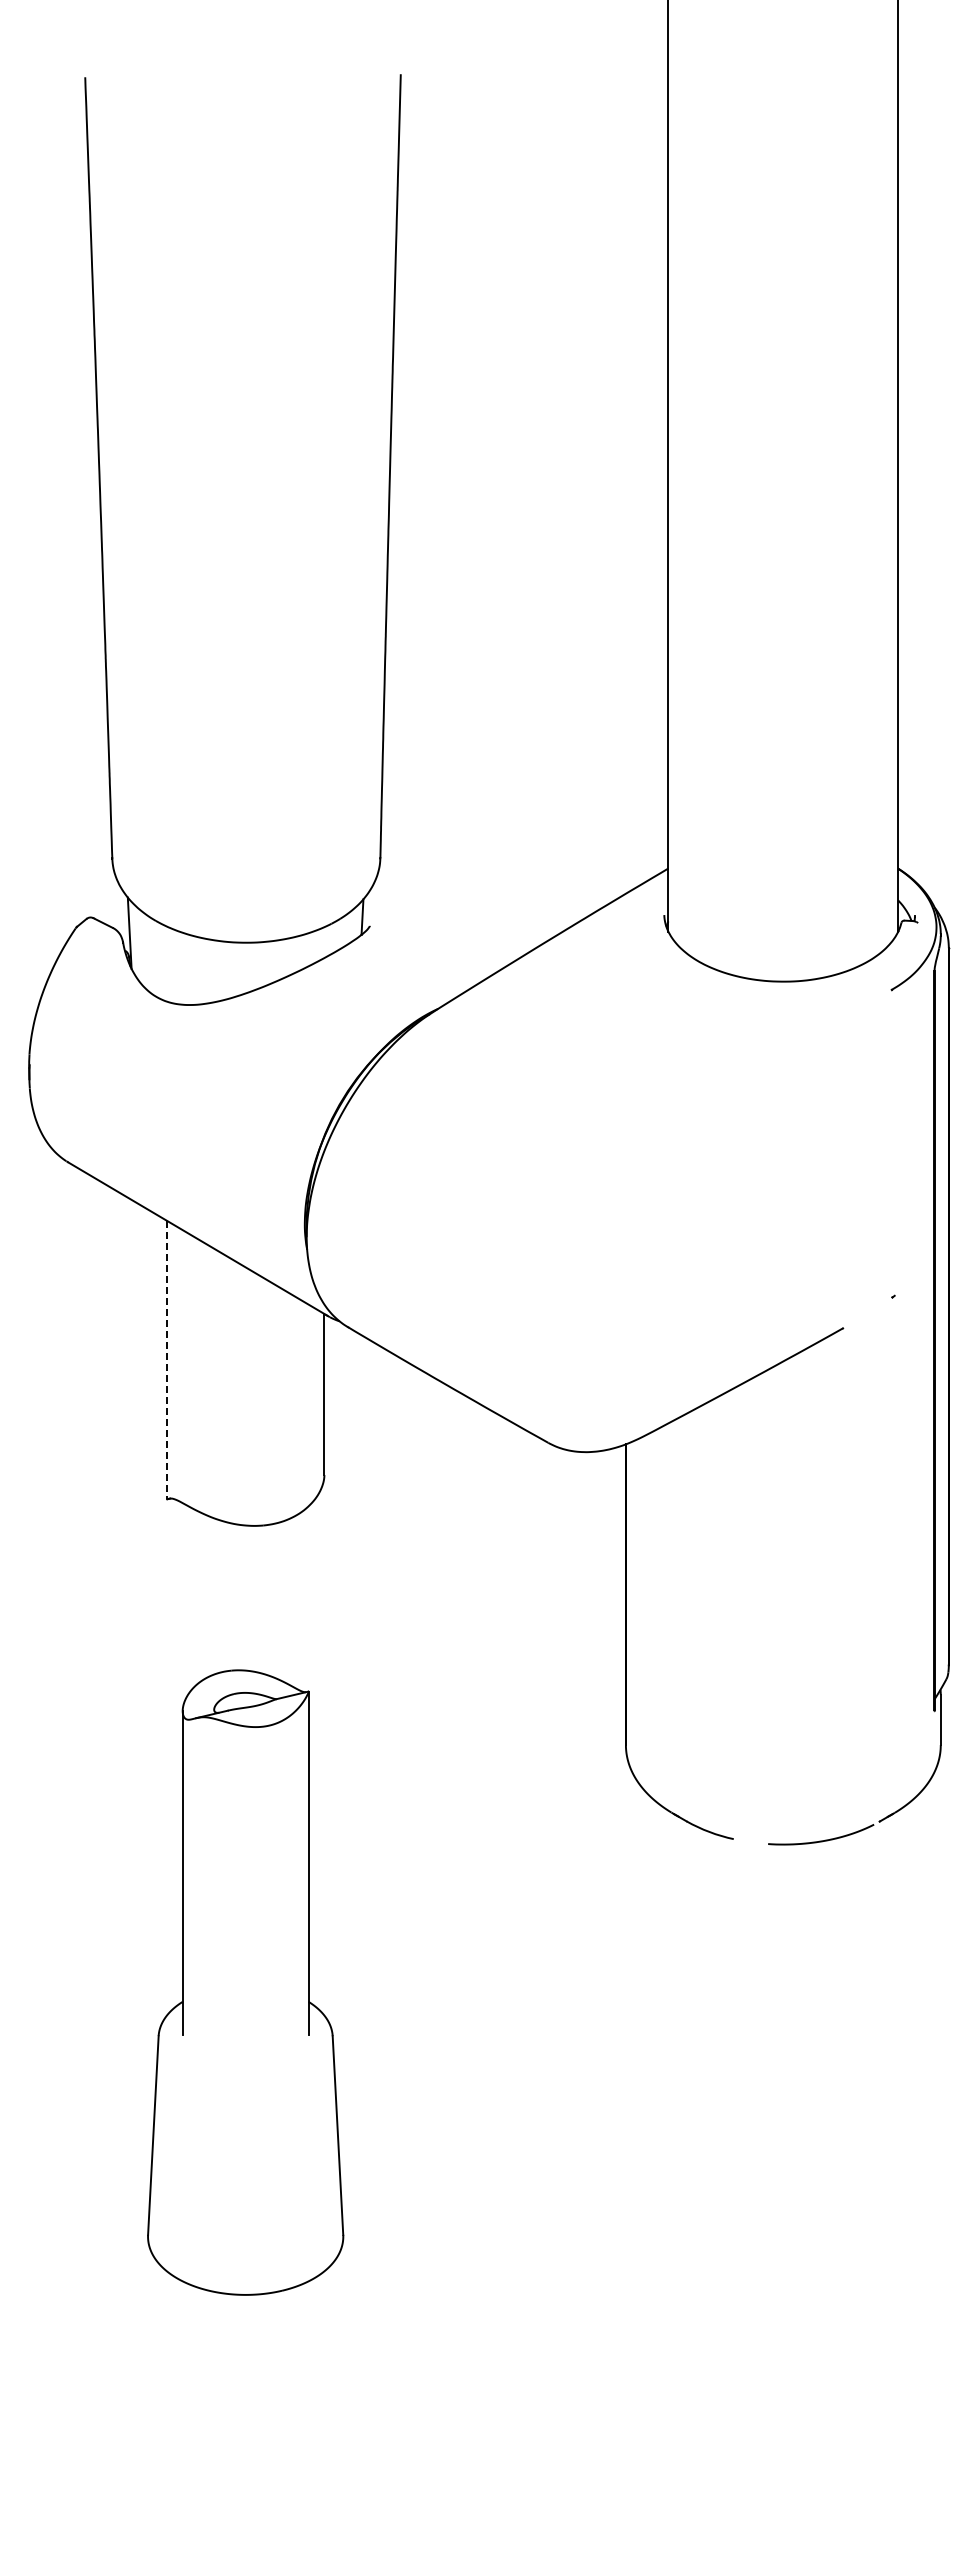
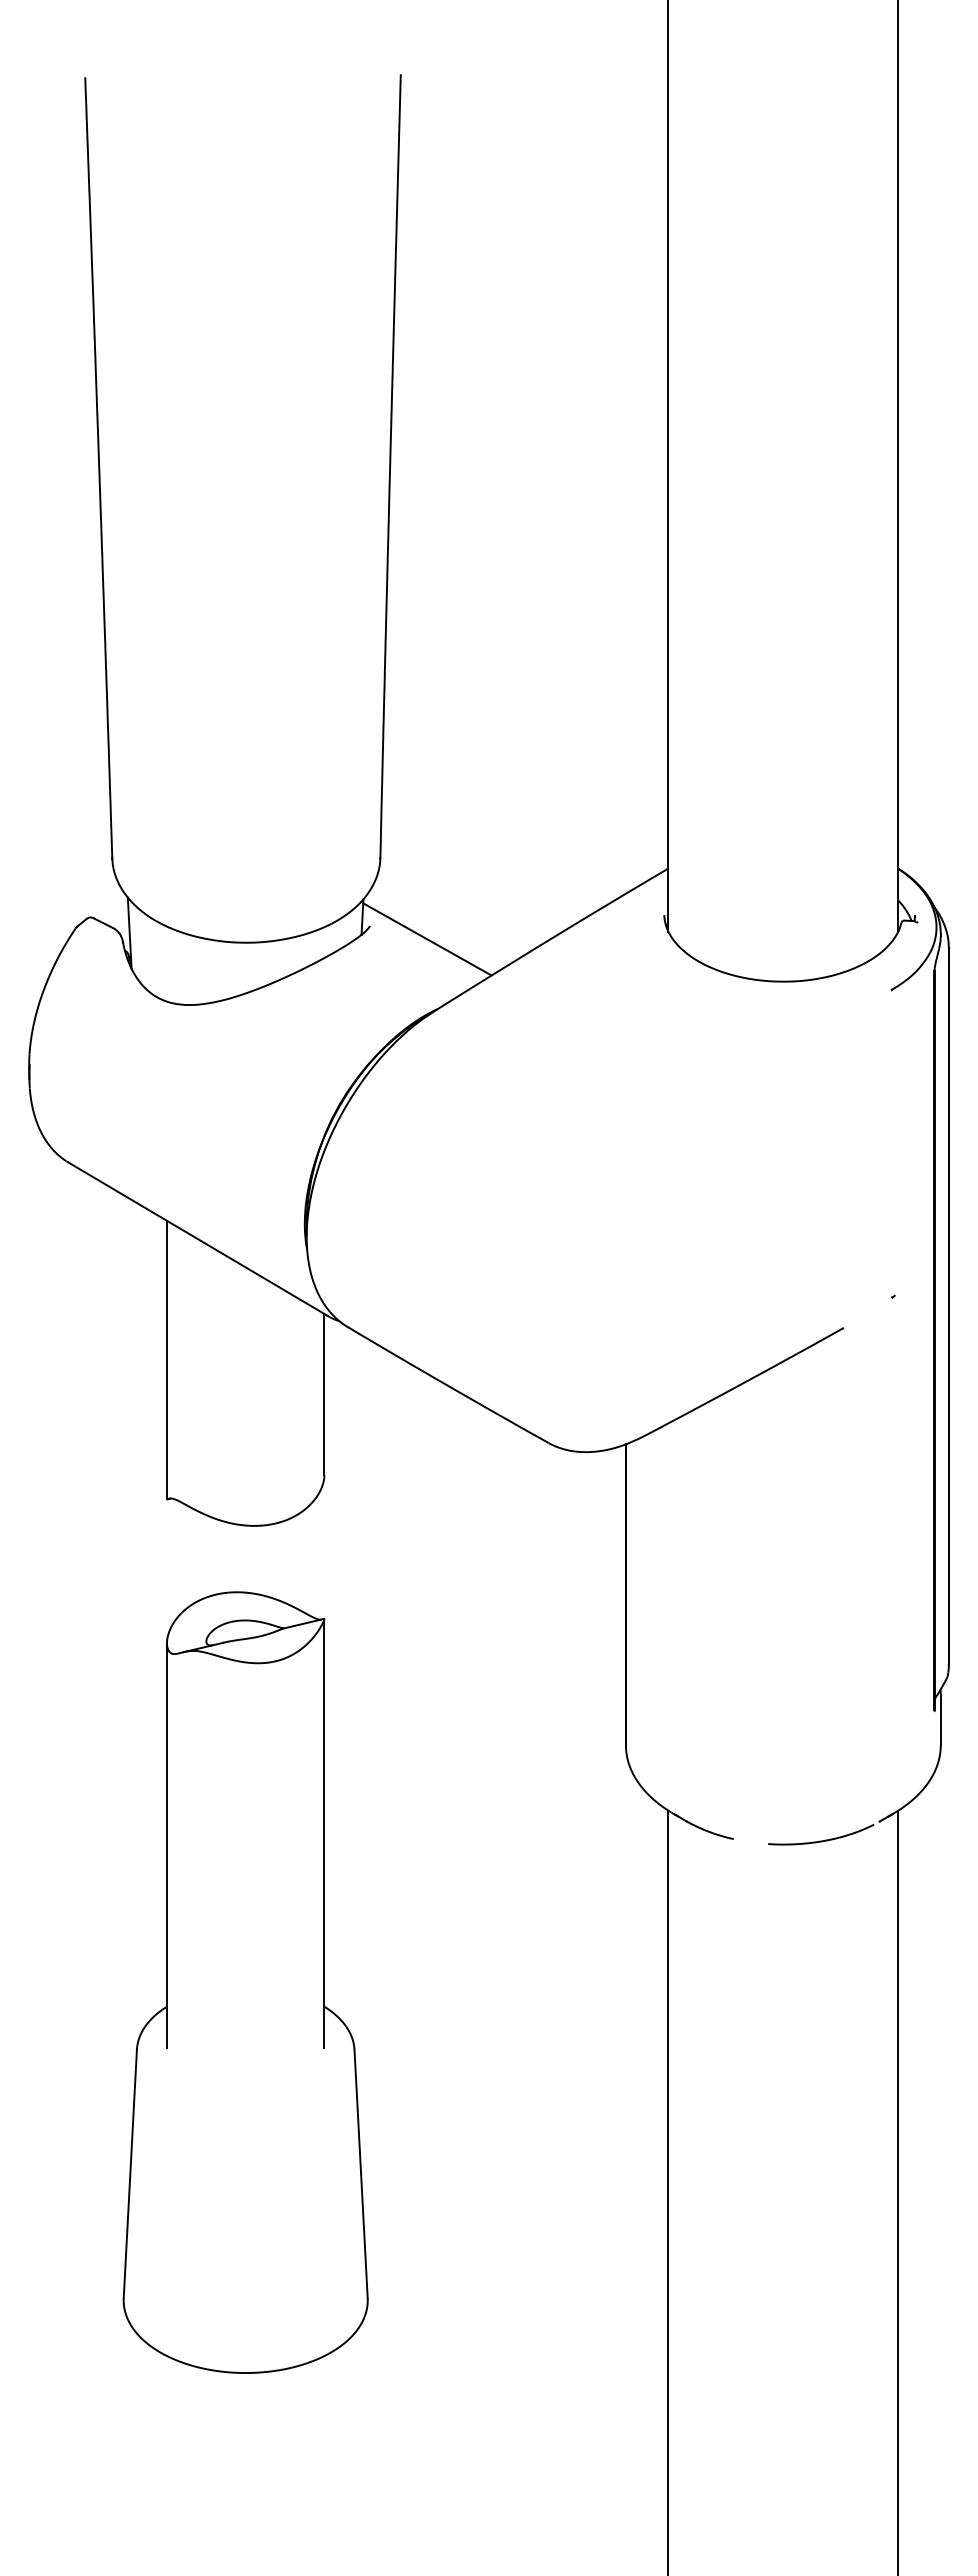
line at (427, 939): none -> present
line at (166, 1360): dashed -> solid
part at (245, 1982) size: 198x627 px -> 247x783 px
line at (668, 2191): none -> present
line at (898, 2191): none -> present
